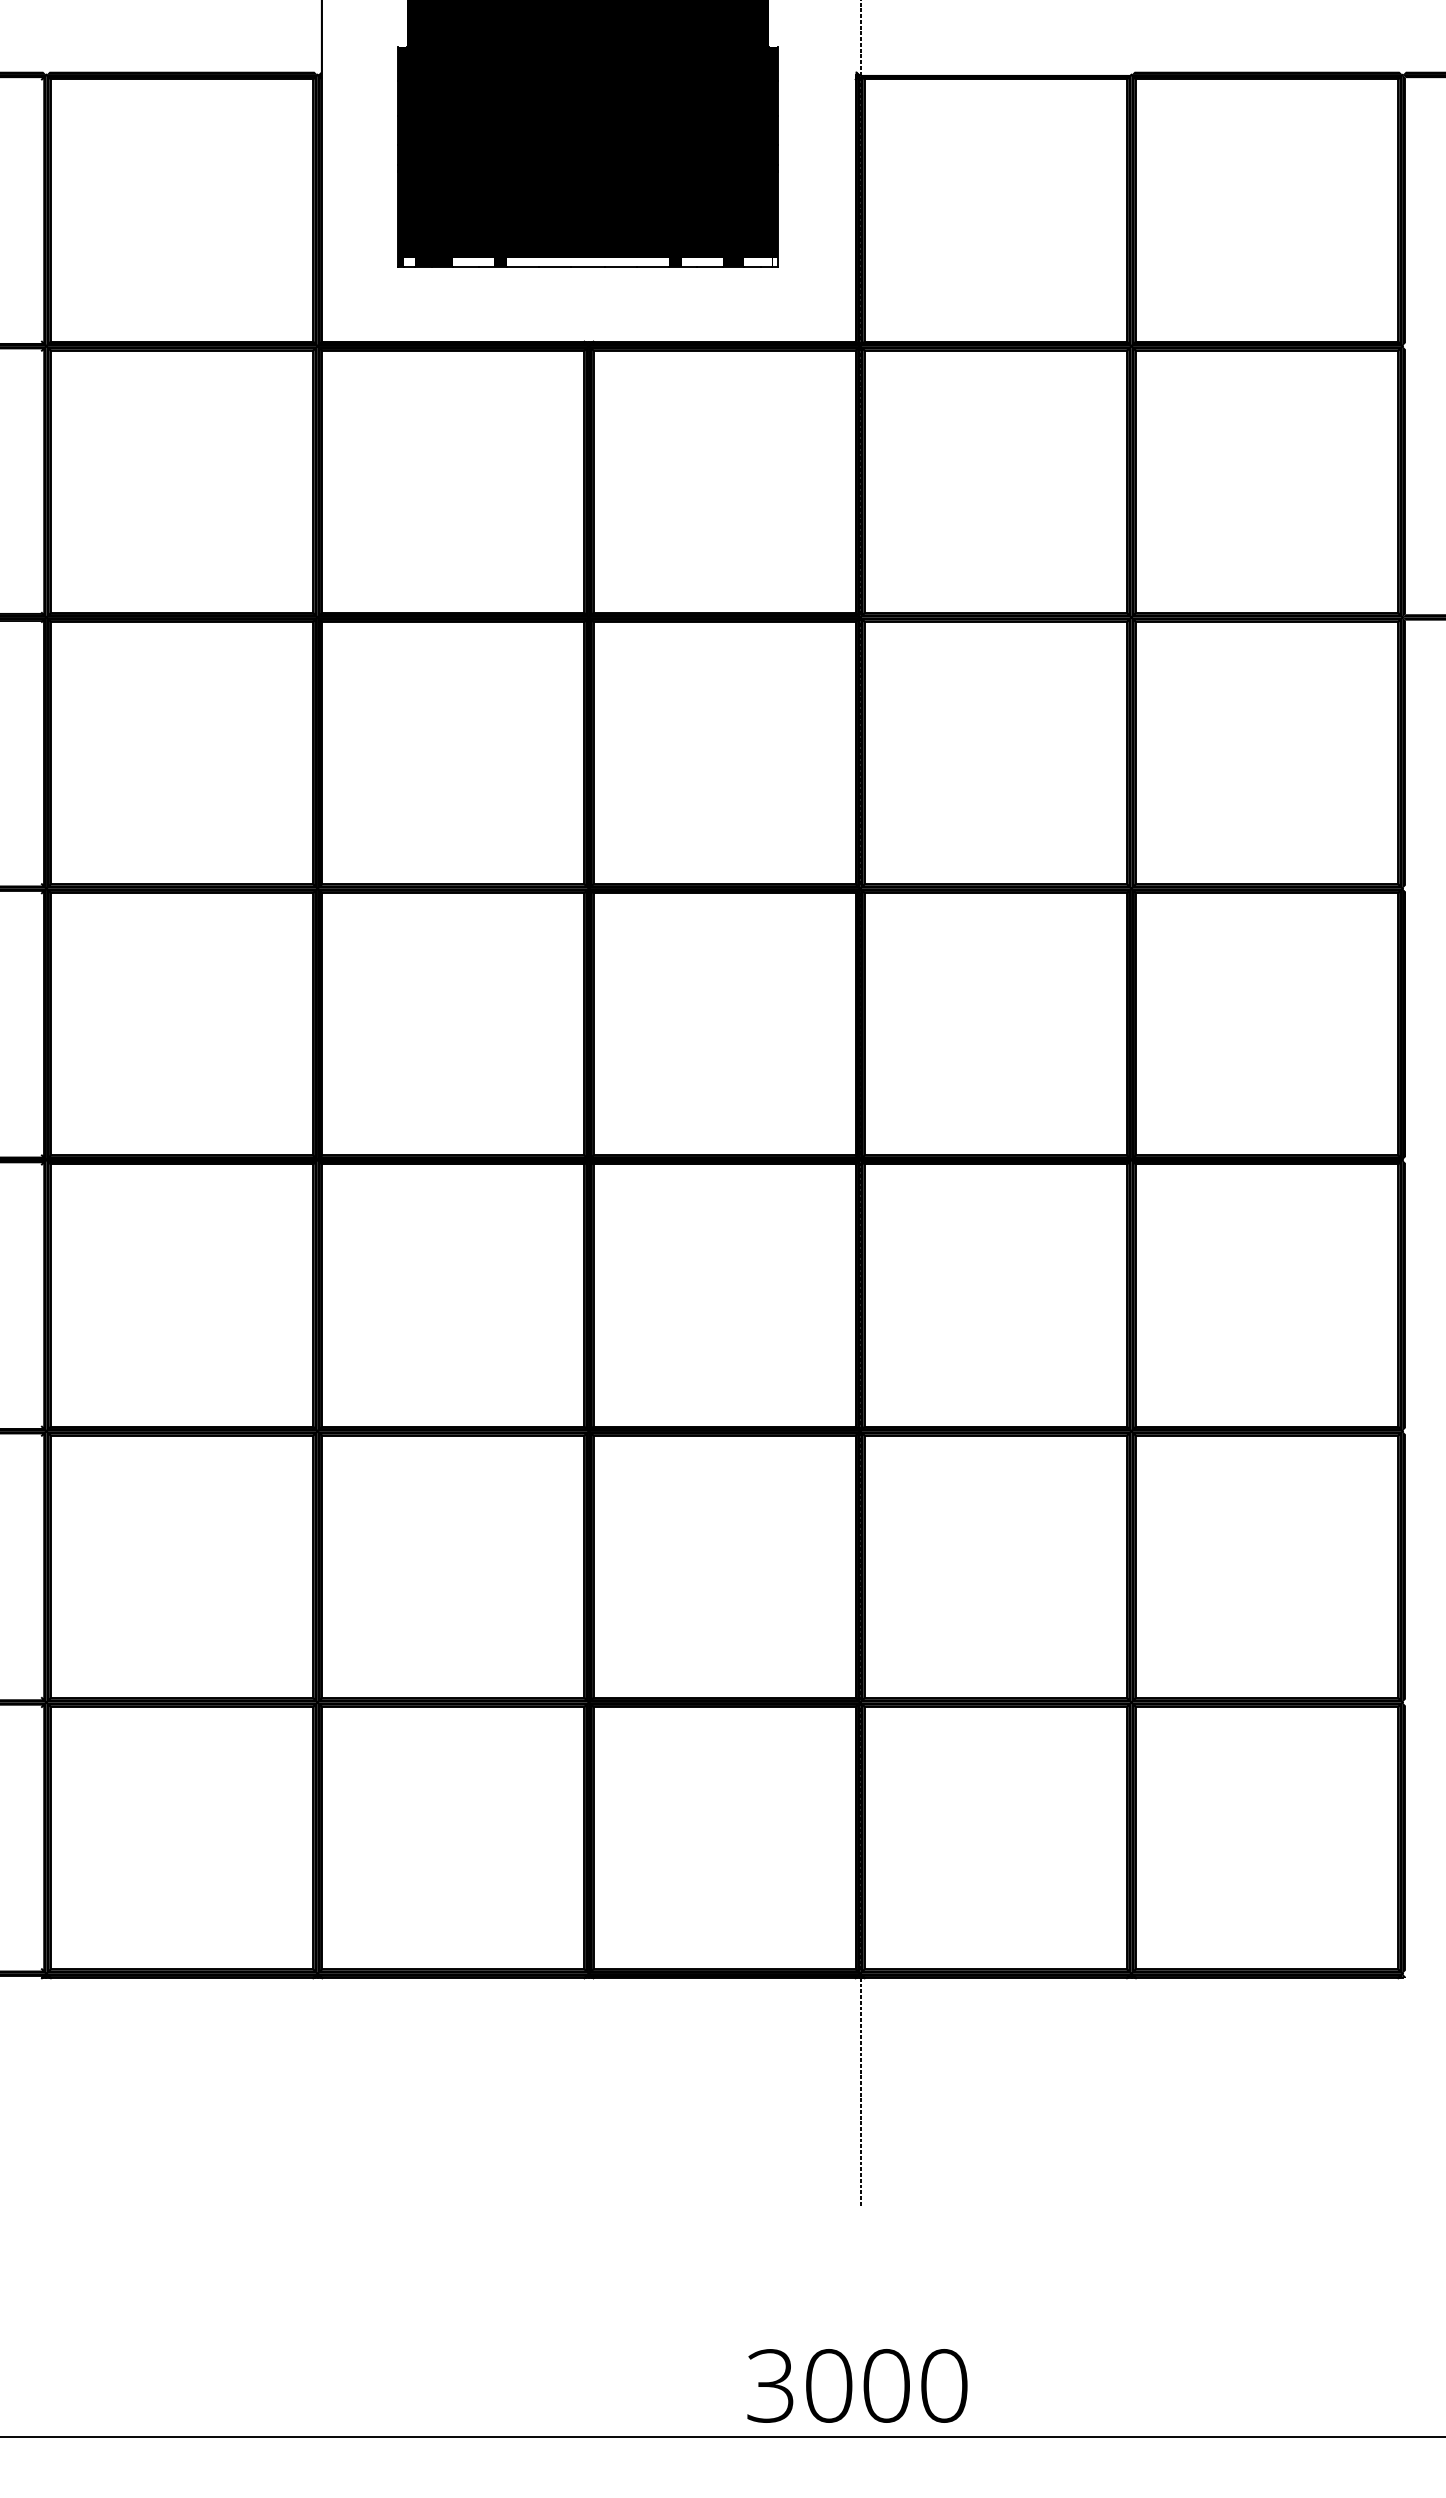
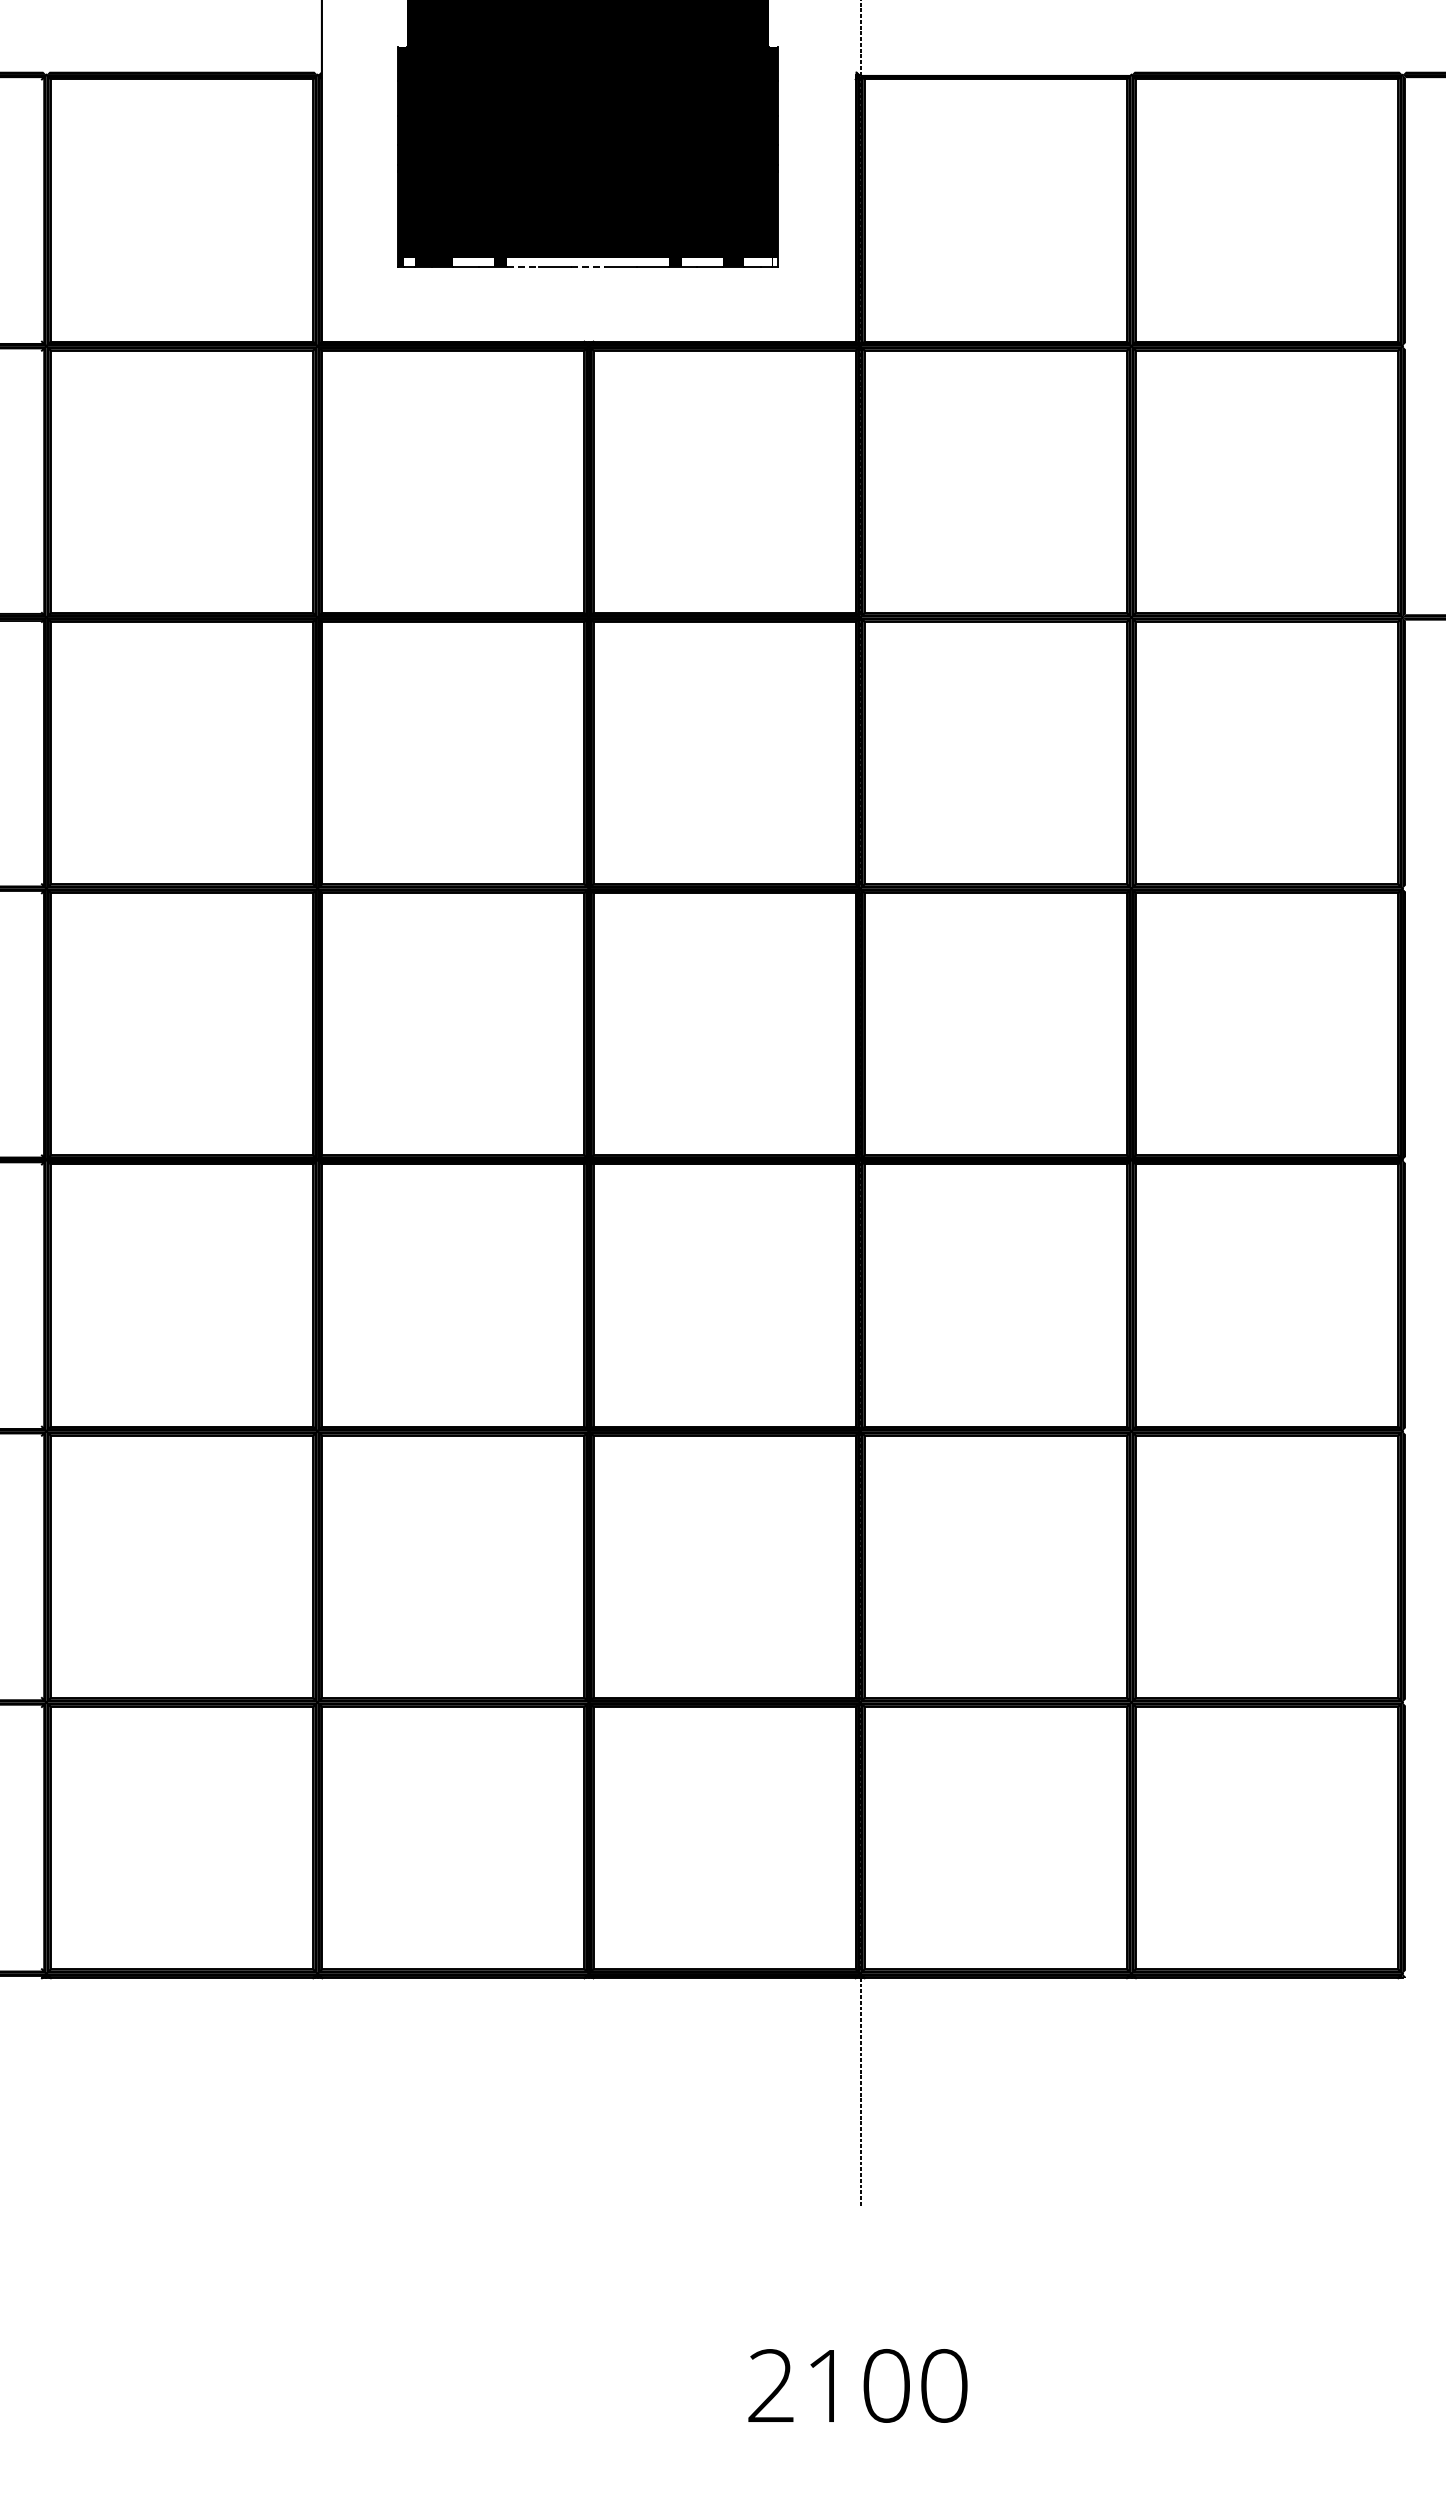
line at (523, 266): solid -> dashed
line at (588, 266): solid -> dashed
text at (799, 2385): 3000 -> 2100
line at (722, 2436): present -> none
